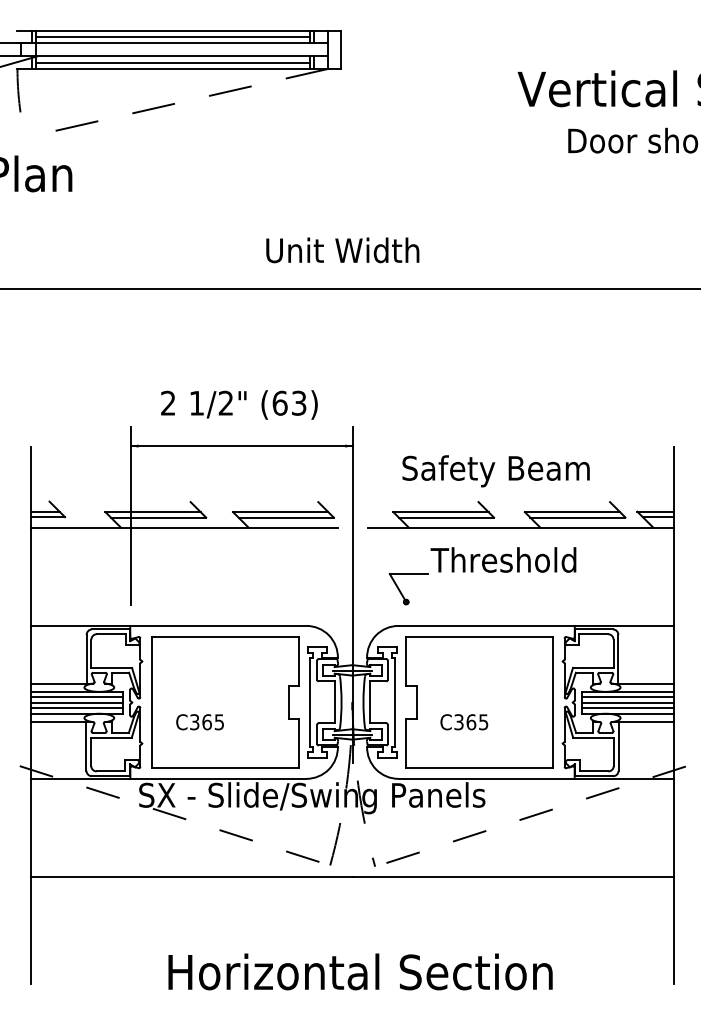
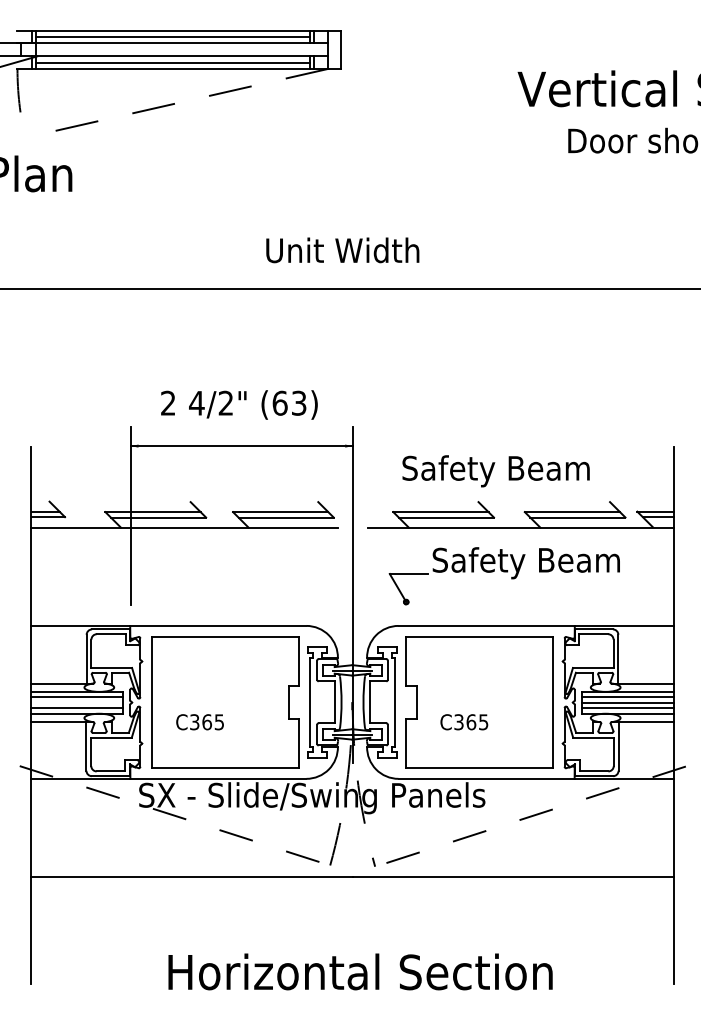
text at (196, 403): 1/2" -> 4/2"
text at (524, 563): Threshold -> Safety Beam
line at (76, 702): present -> none
